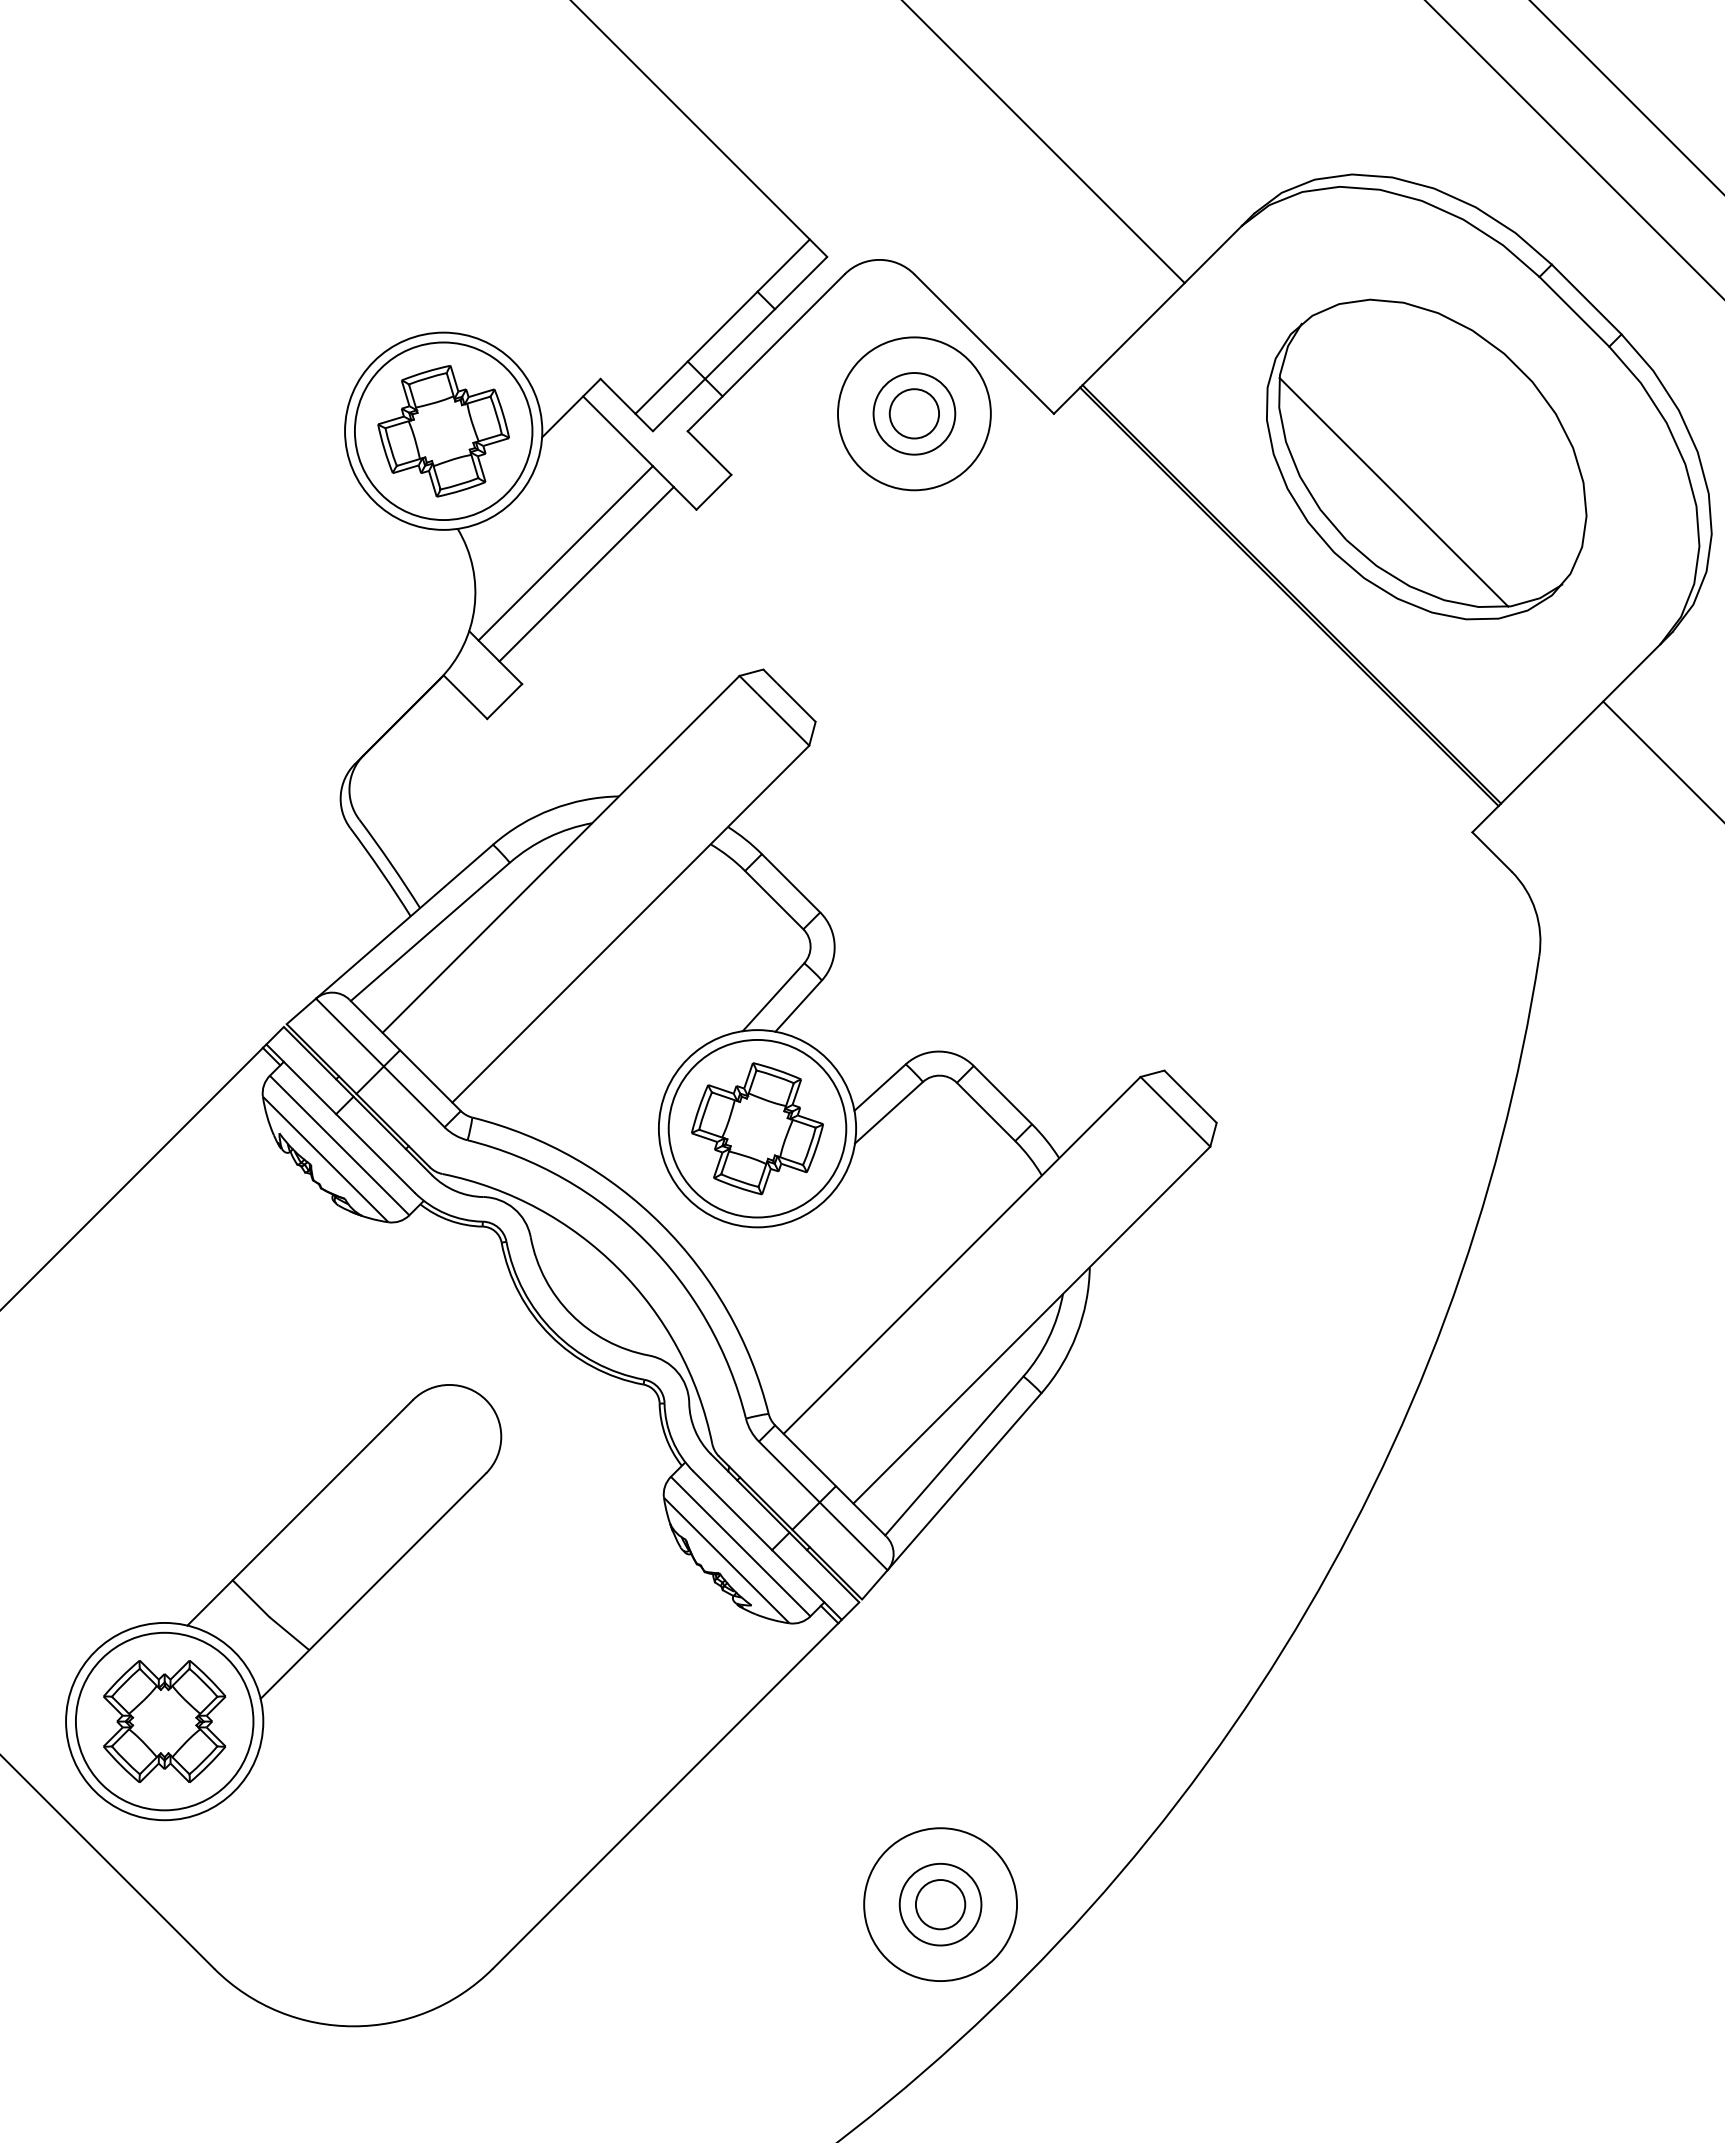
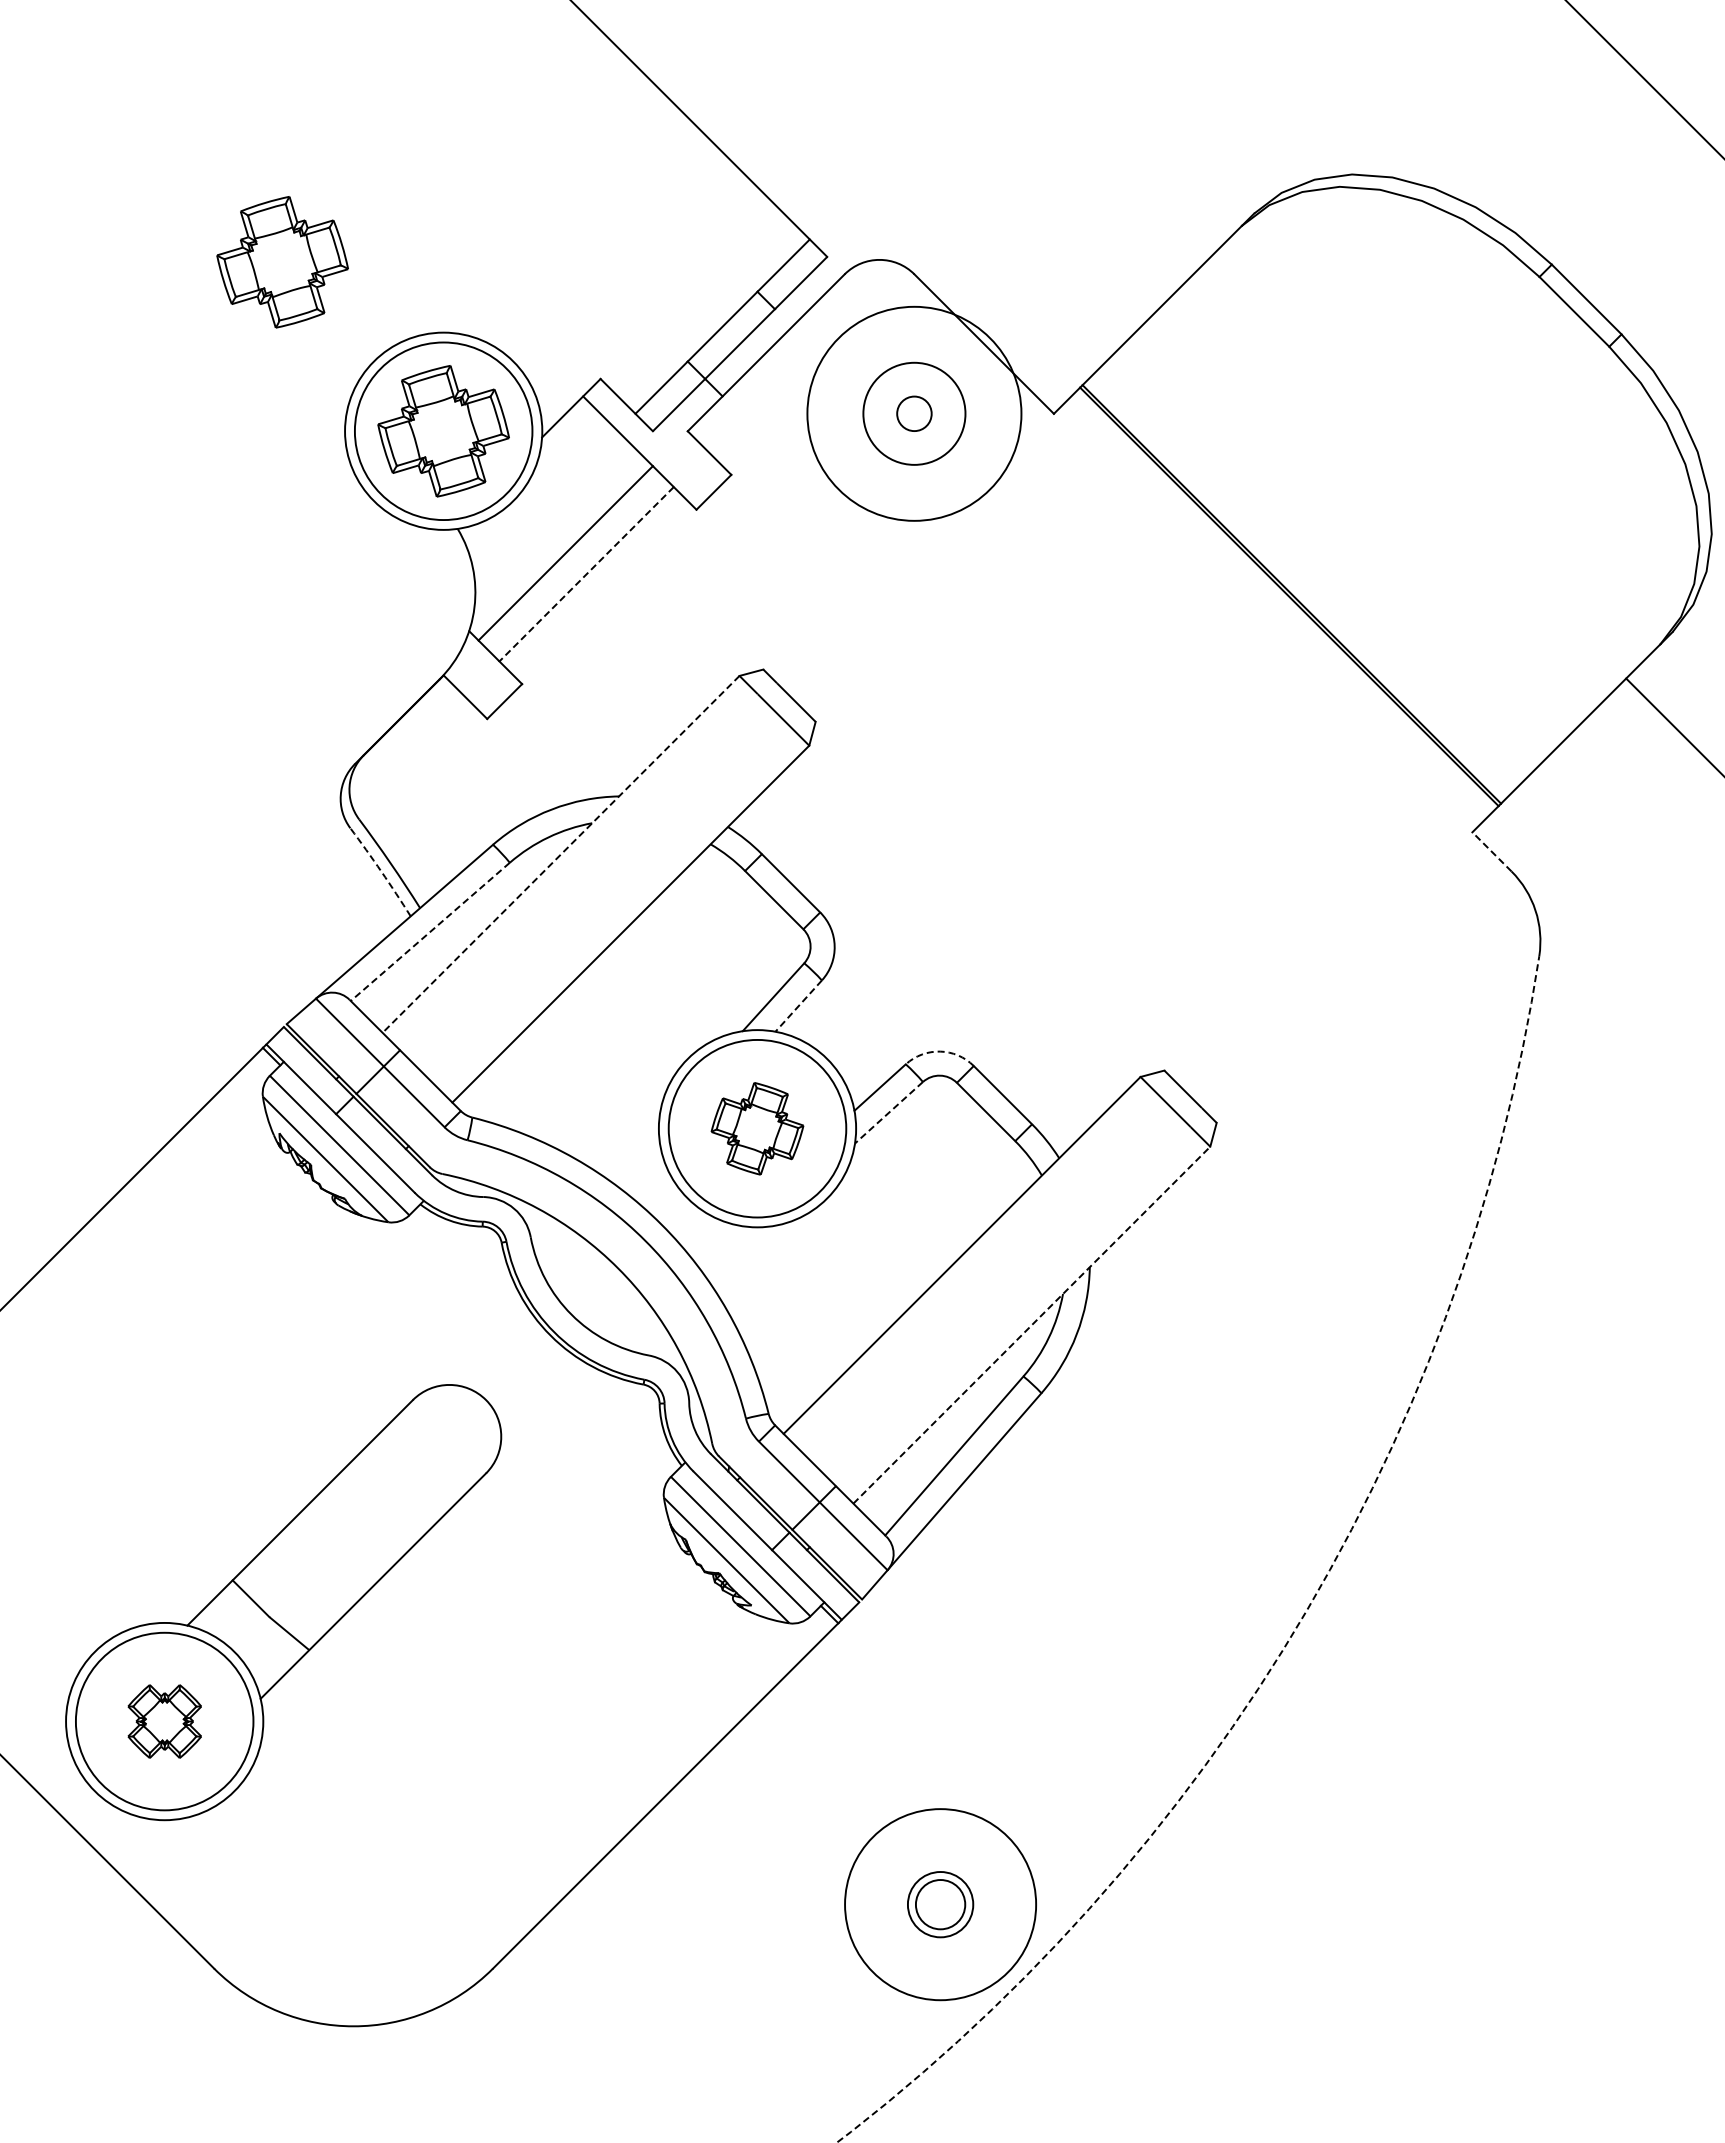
line at (1626, 97) position: (1626, 97) -> (1644, 79)
line at (1043, 142): present -> none
line at (1573, 149): present -> none
part at (282, 262): none -> present
circle at (913, 413) diameter: 153 px -> 214 px
circle at (914, 413) diameter: 49 px -> 35 px
circle at (914, 413) diameter: 82 px -> 102 px
part at (1426, 459): present -> none
line at (586, 574): solid -> dashed
line at (1662, 760) position: (1662, 760) -> (1673, 726)
line at (1491, 851): solid -> dashed
line at (560, 854): solid -> dashed
arc at (381, 871): solid -> dashed
line at (429, 932): solid -> dashed
line at (798, 1006): solid -> dashed
arc at (940, 1051): solid -> dashed
line at (889, 1112): solid -> dashed
part at (757, 1128) size: 133x134 px -> 95x94 px
line at (1032, 1324): solid -> dashed
arc at (1302, 1617): solid -> dashed
part at (164, 1721) size: 124x123 px -> 75x75 px
circle at (940, 1904) diameter: 153 px -> 191 px
circle at (940, 1904) diameter: 82 px -> 65 px
